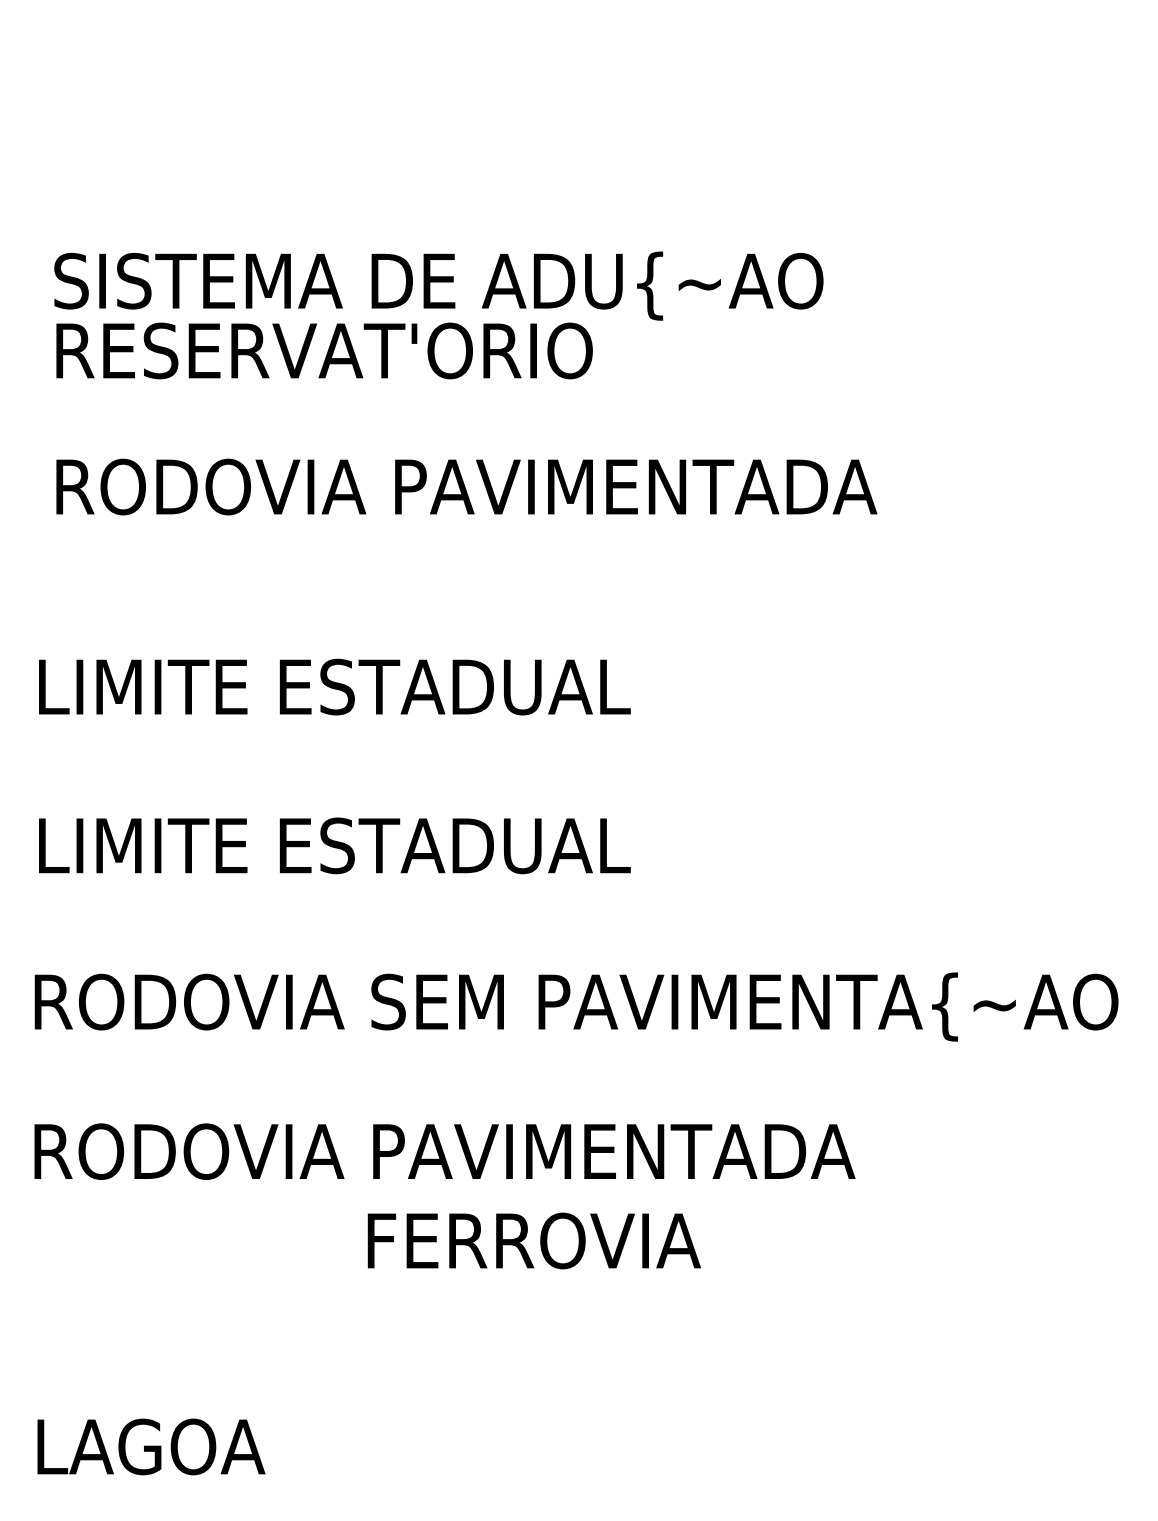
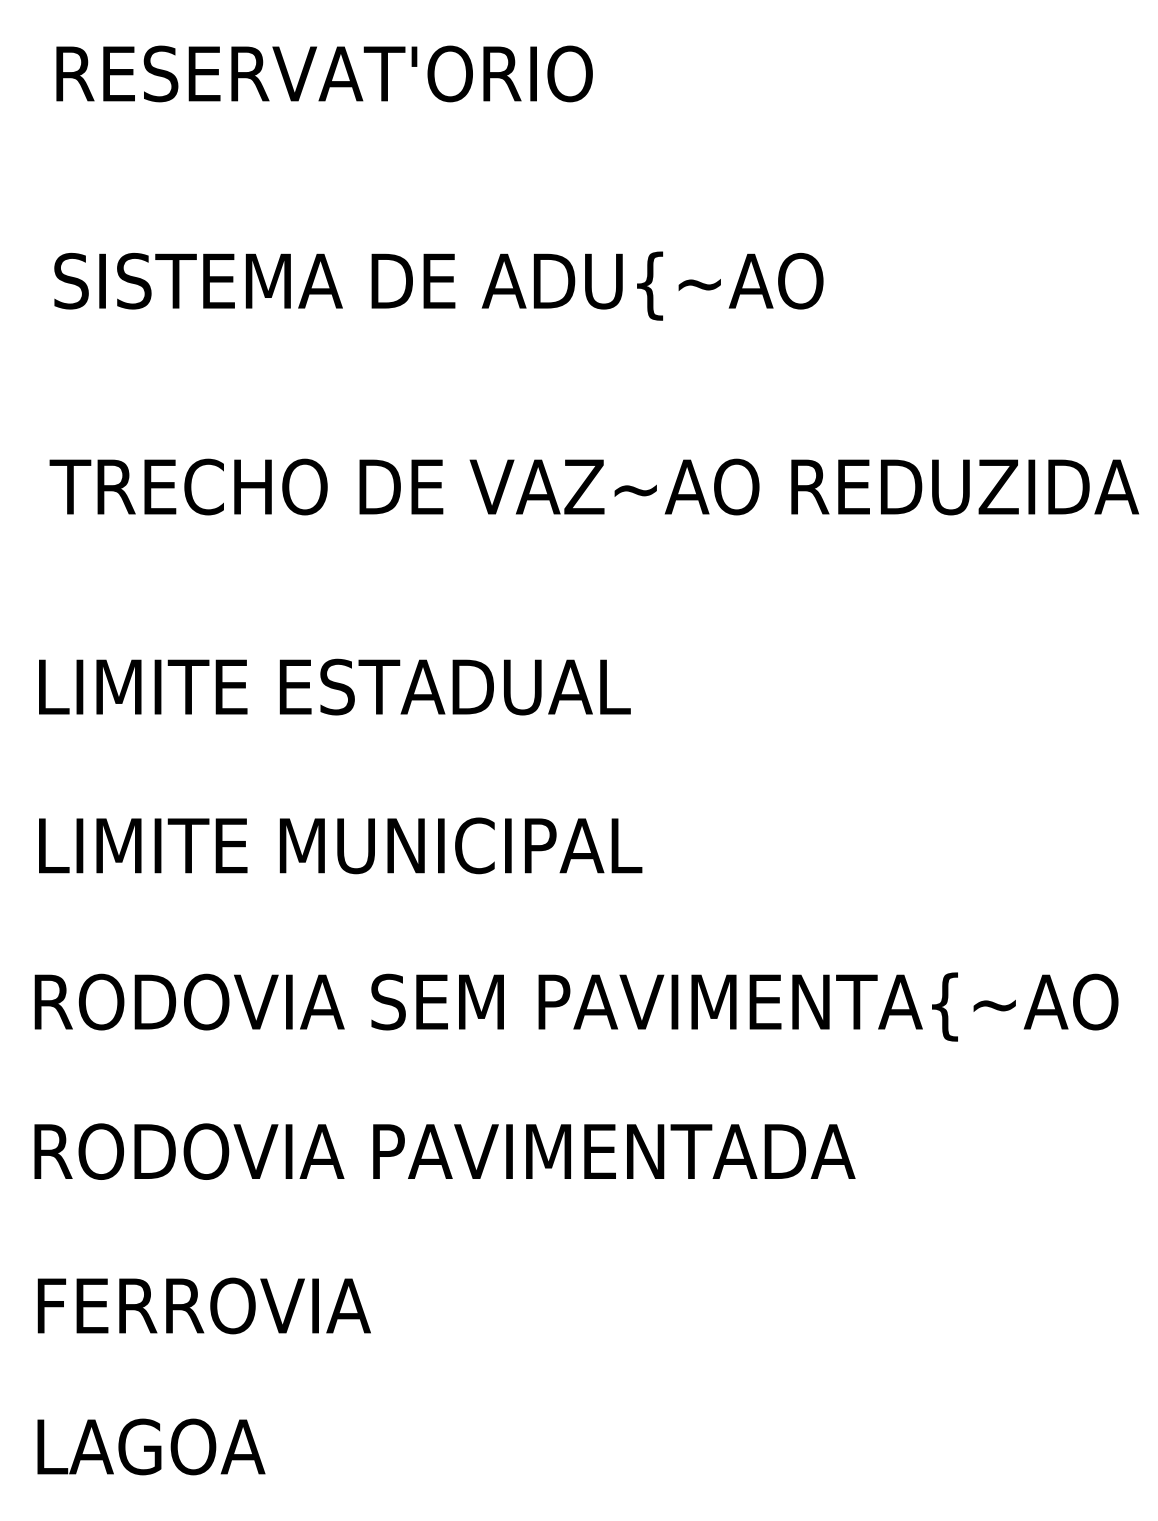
text at (324, 350) position: (324, 350) -> (324, 73)
text at (594, 486): RODOVIA PAVIMENTADA -> TRECHO DE VAZ~AO REDUZIDA
text at (464, 845): LIMITE ESTADUAL -> LIMITE MUNICIPAL
text at (533, 1240) position: (533, 1240) -> (203, 1305)
